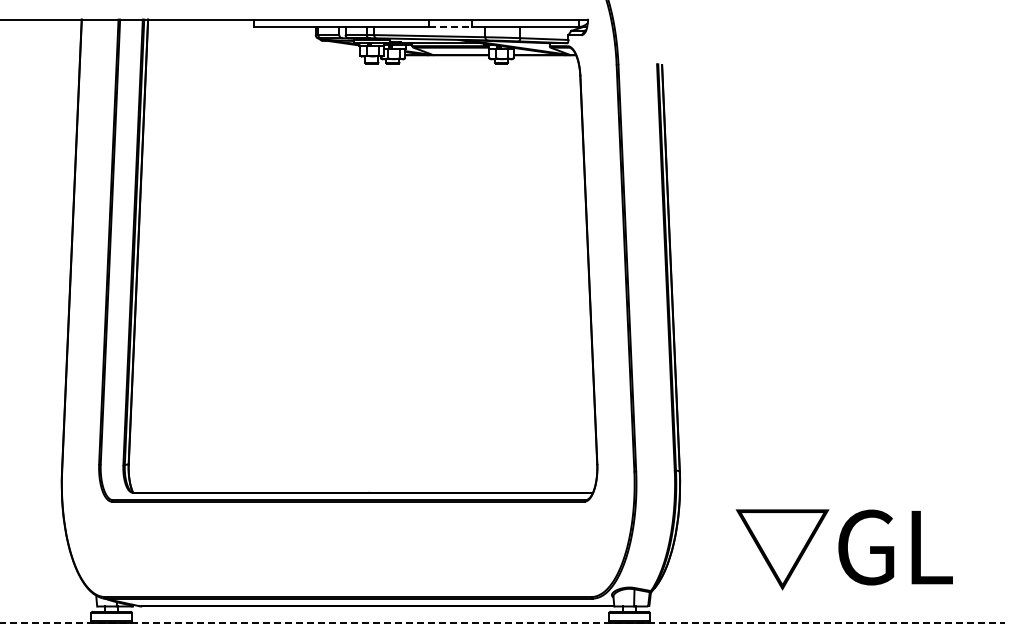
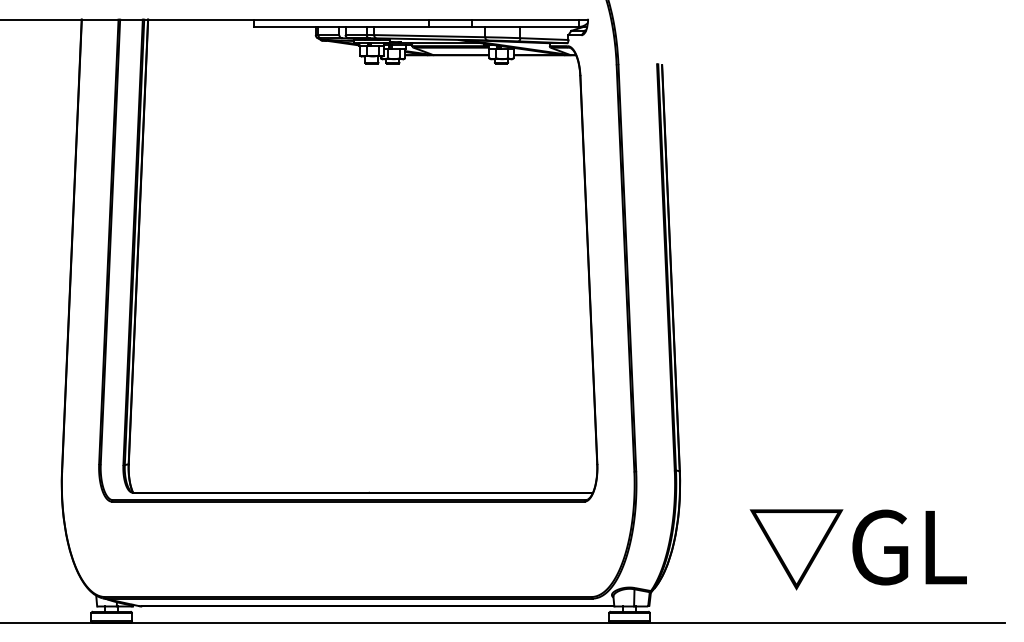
line at (450, 26): dashed -> solid
text at (843, 549) position: (843, 549) -> (857, 549)
line at (502, 622): dashed -> solid
